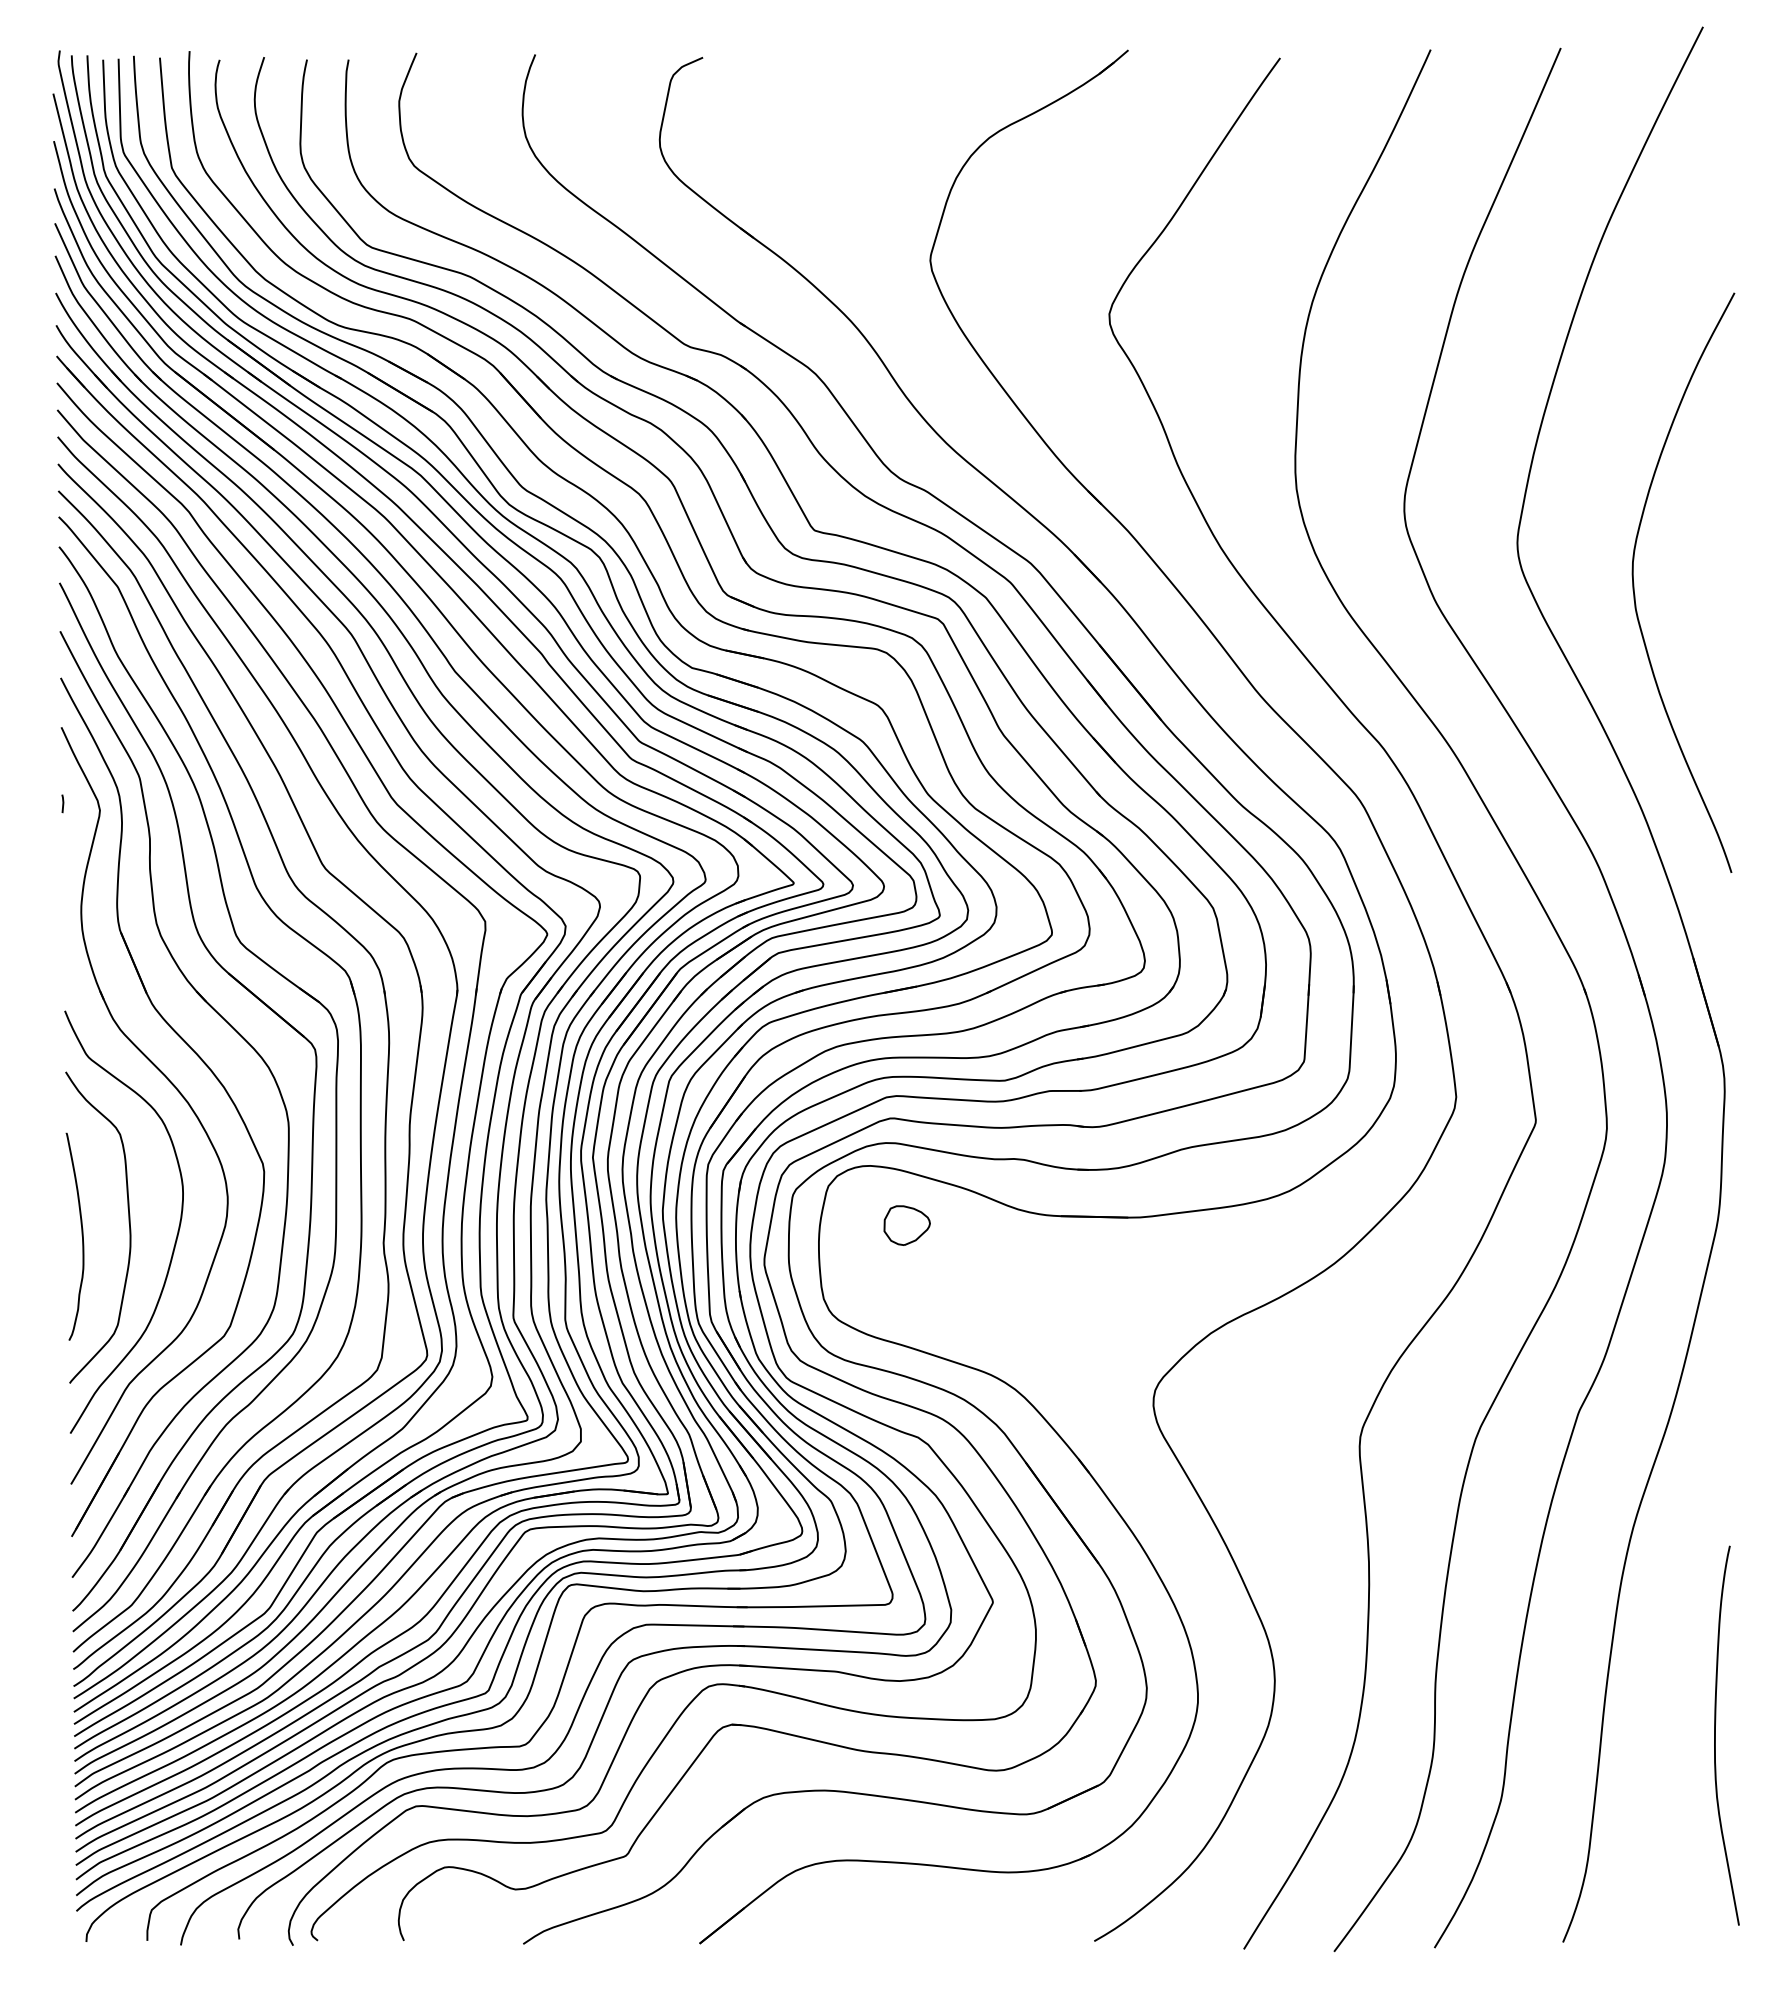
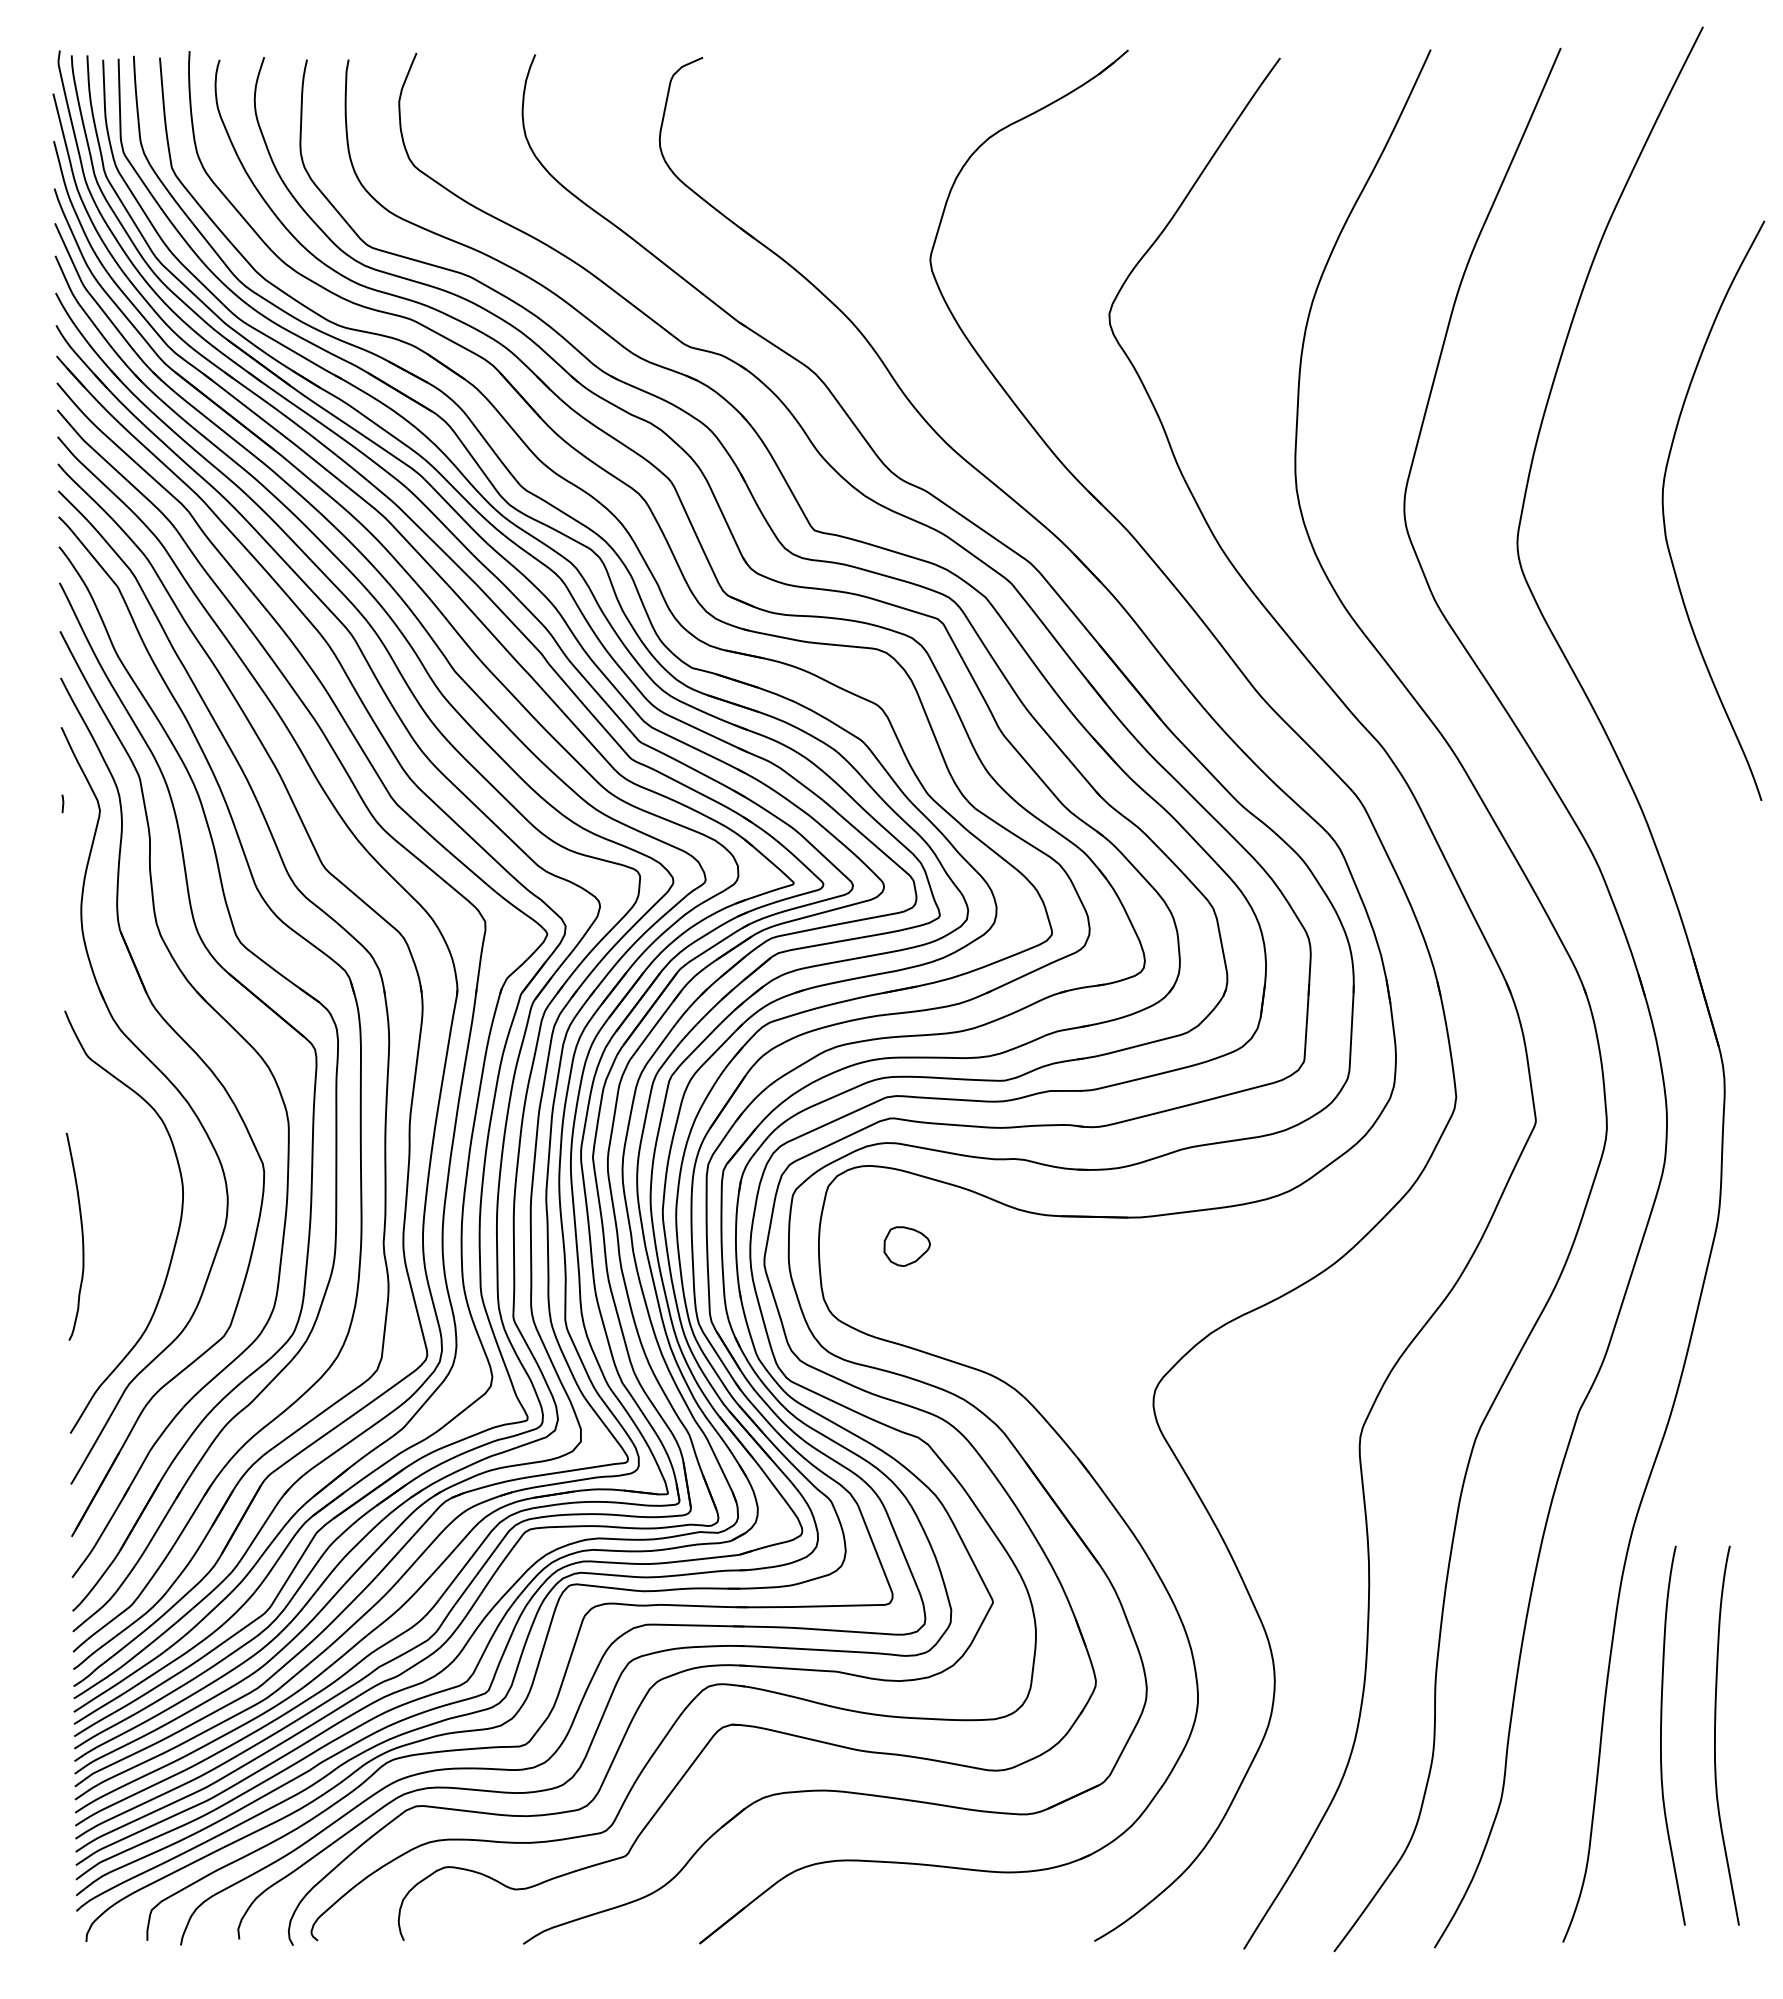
curve at (1634, 583) position: (1634, 583) -> (1664, 511)
curve at (128, 1223): present -> none
part at (906, 1225) position: (906, 1225) -> (906, 1246)
curve at (1661, 1735): none -> present
